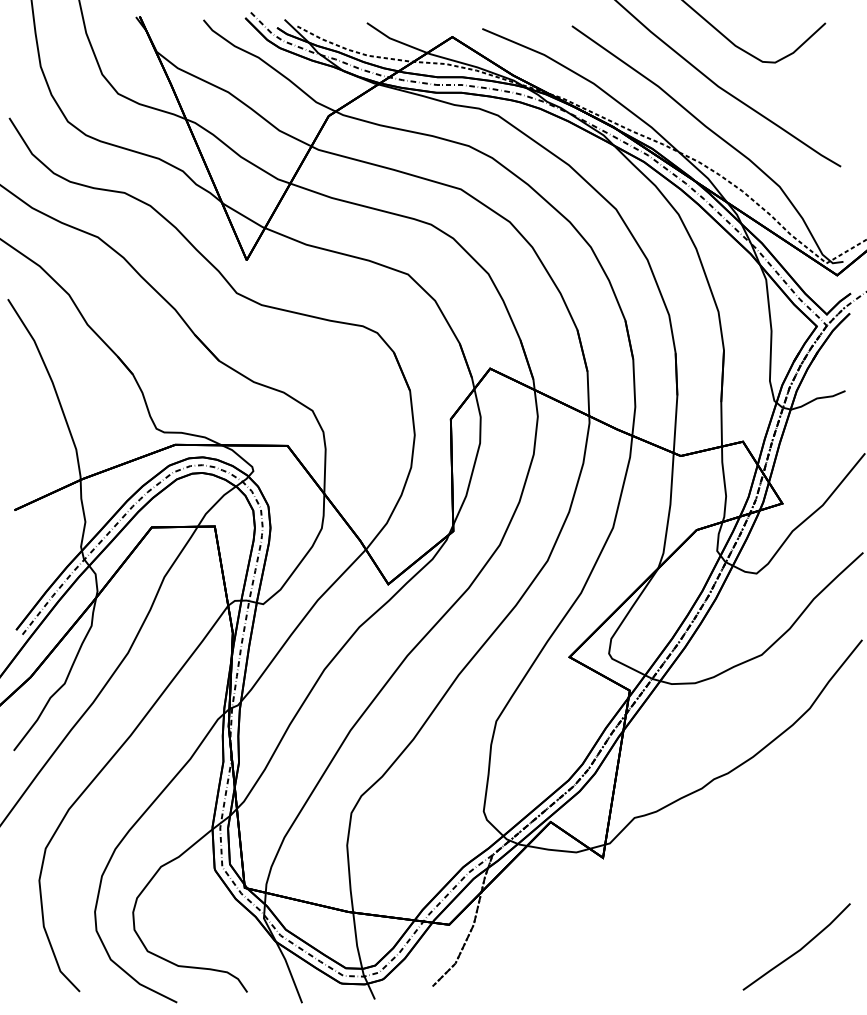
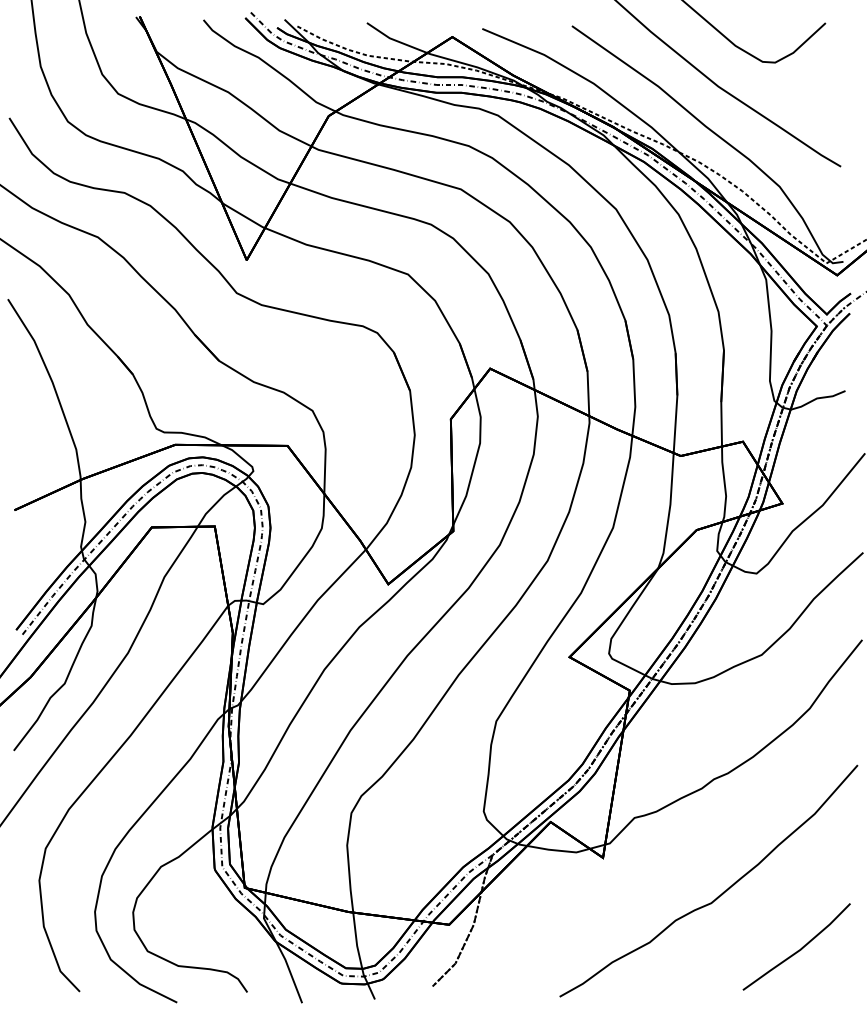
curve at (717, 896): none -> present
